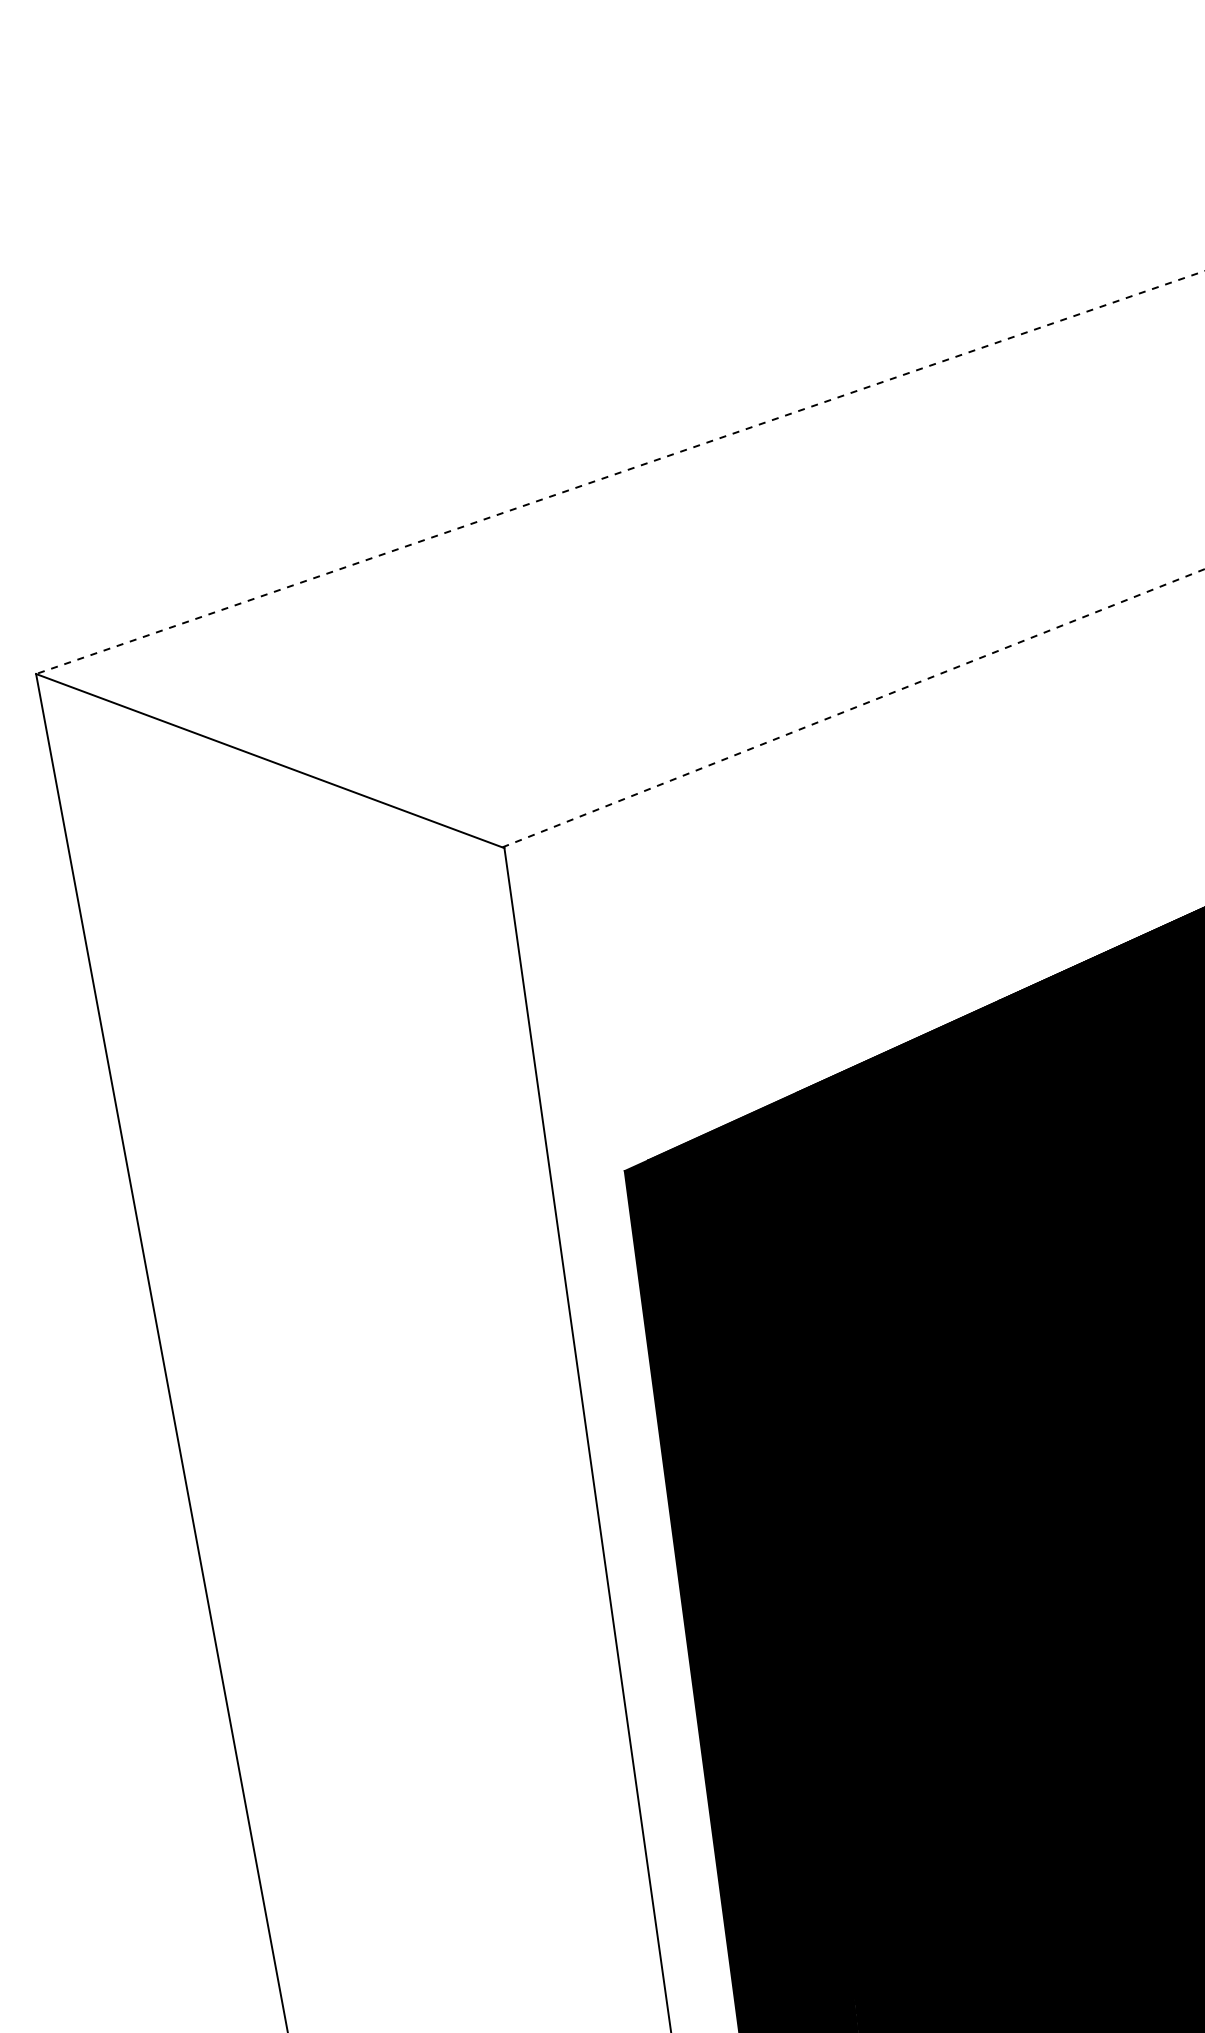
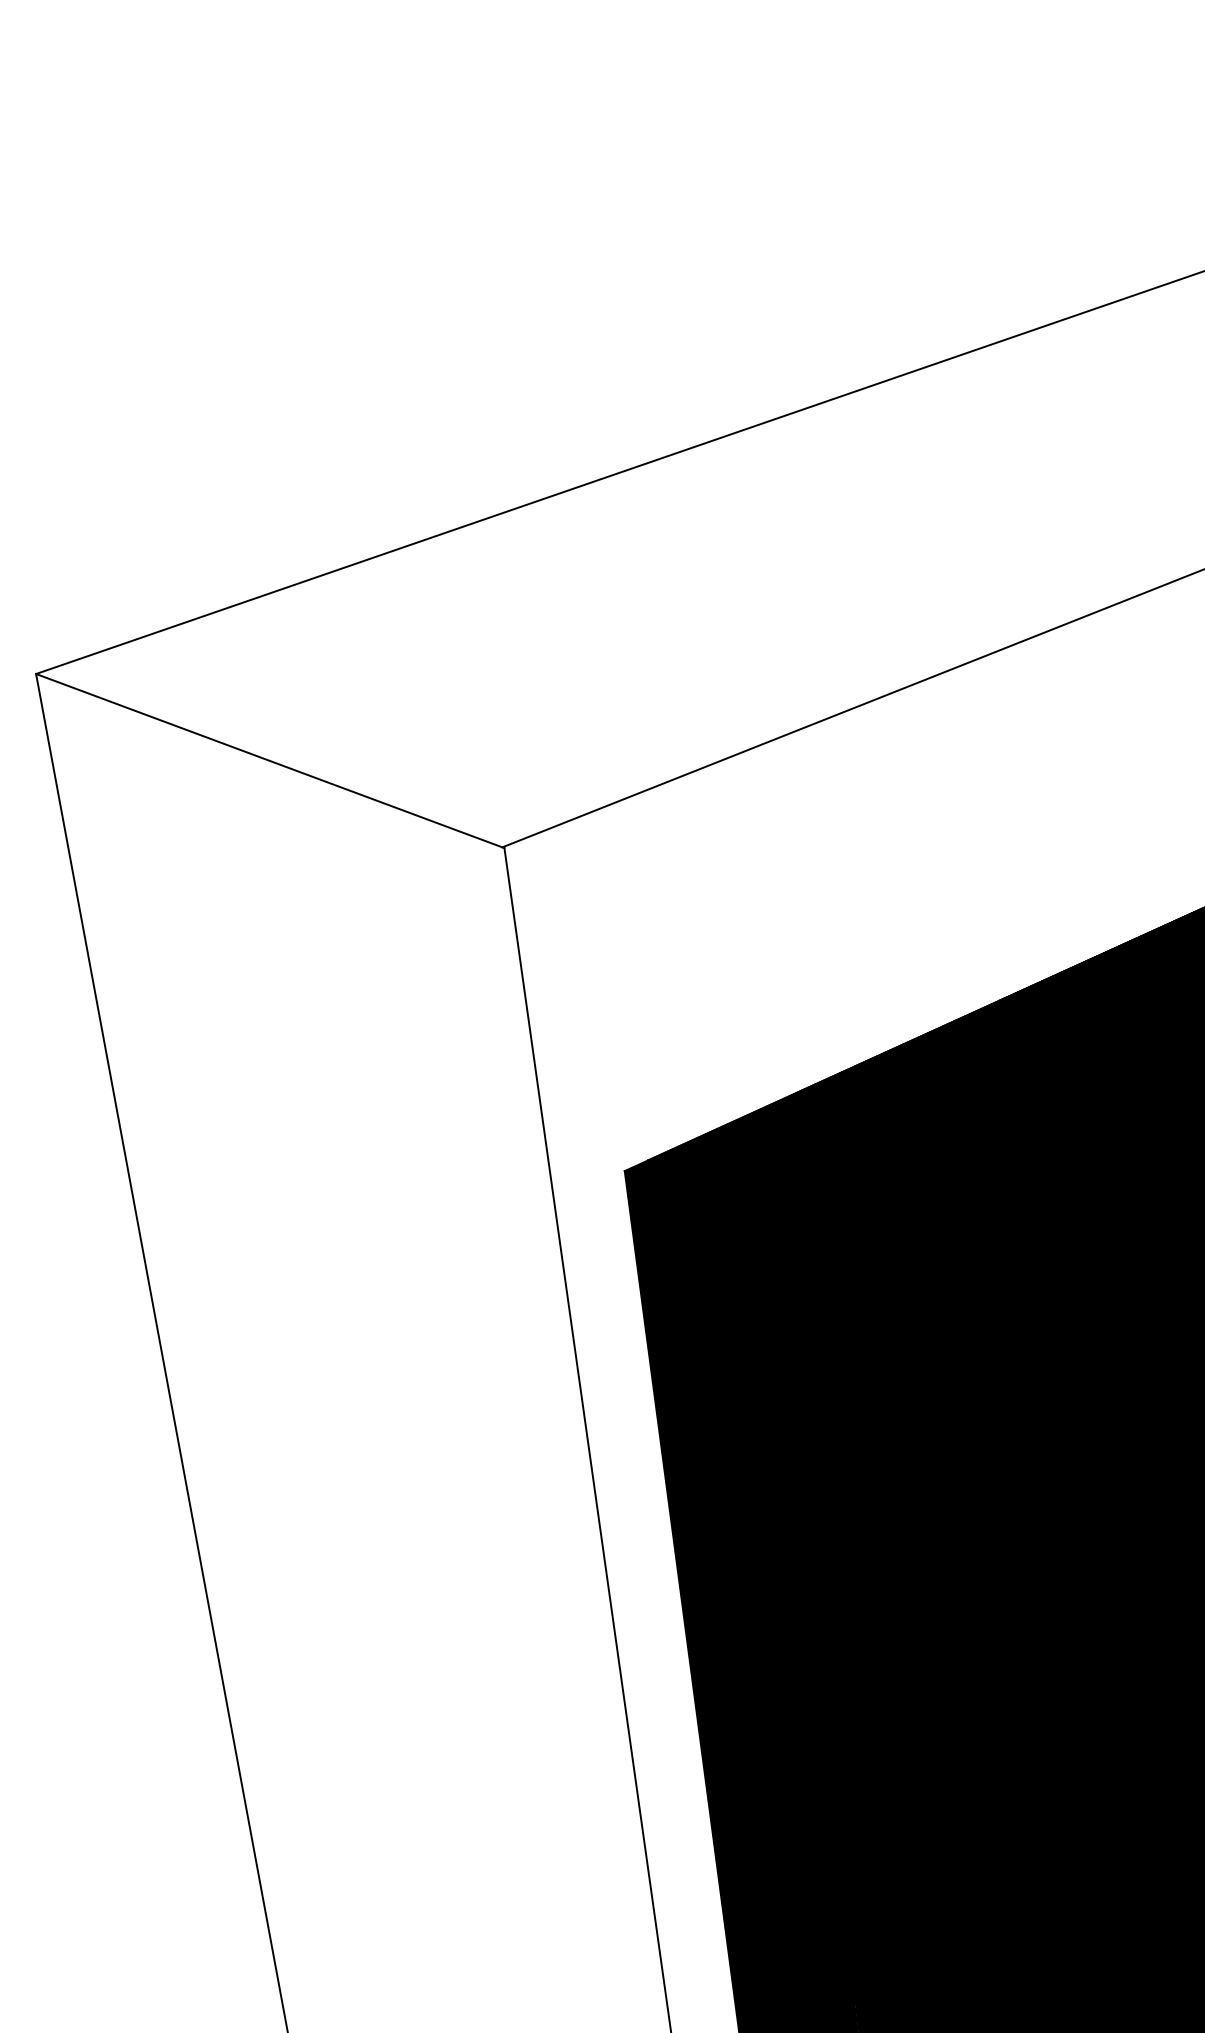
line at (620, 472): dashed -> solid
line at (853, 708): dashed -> solid
